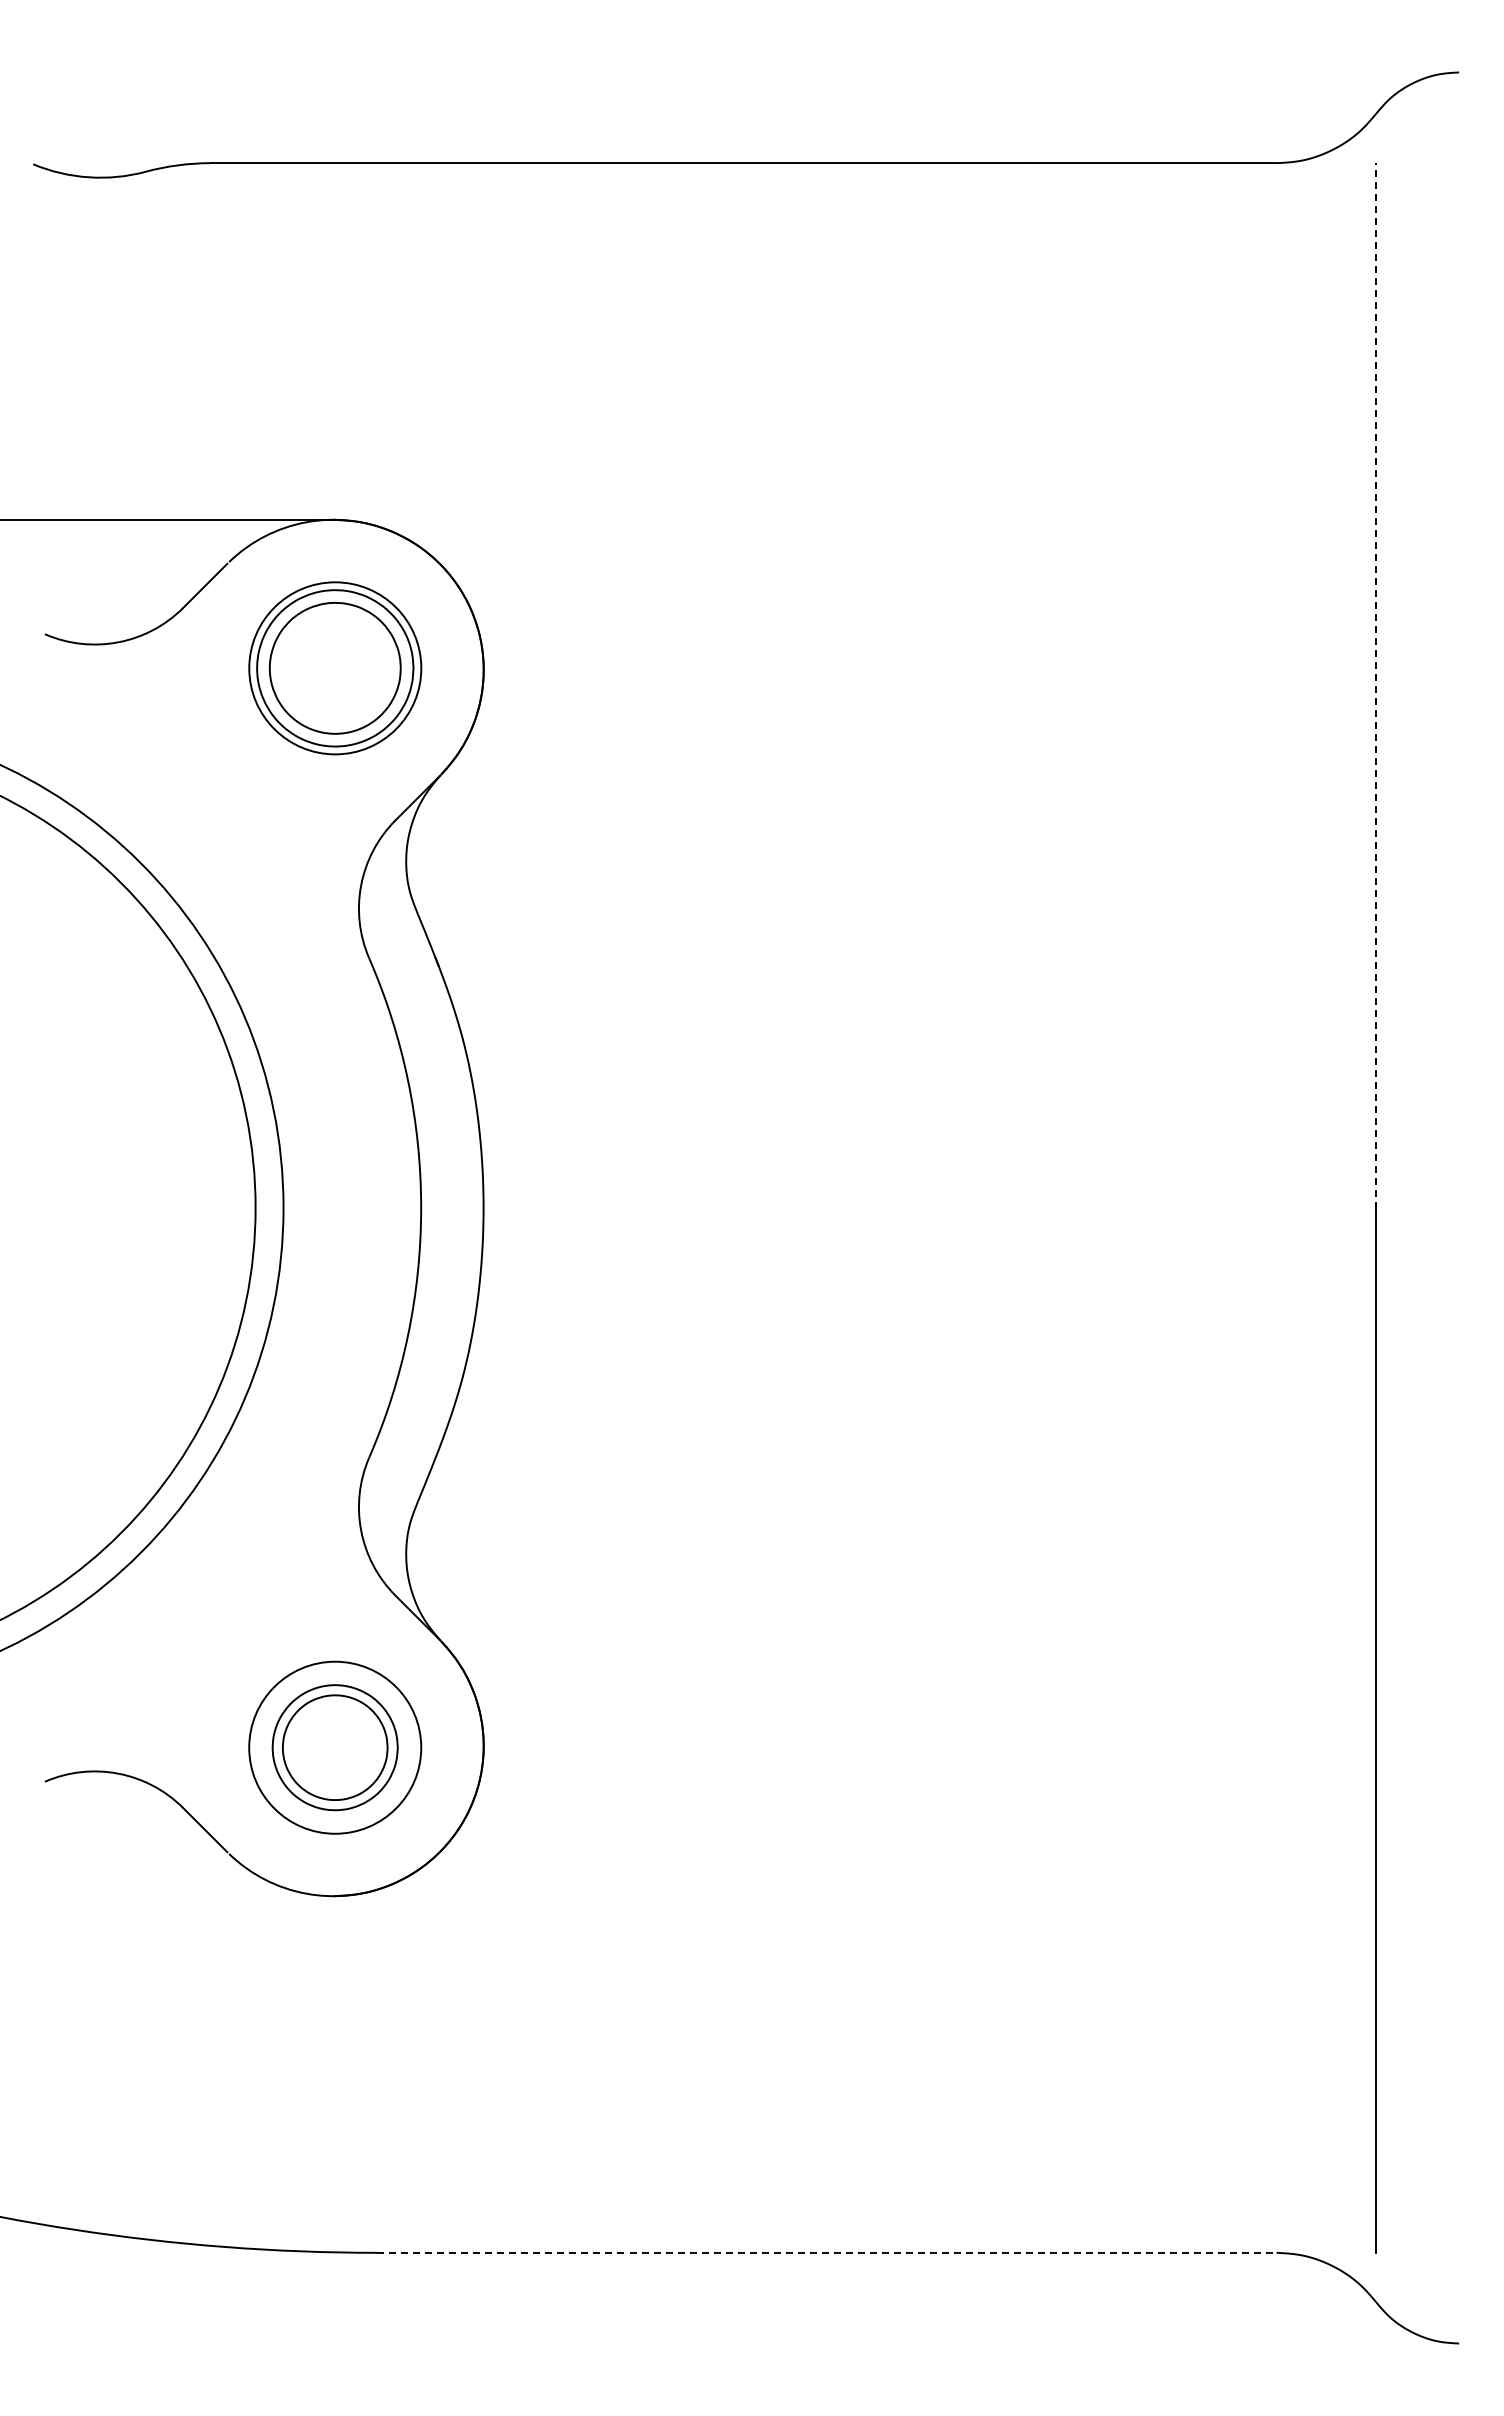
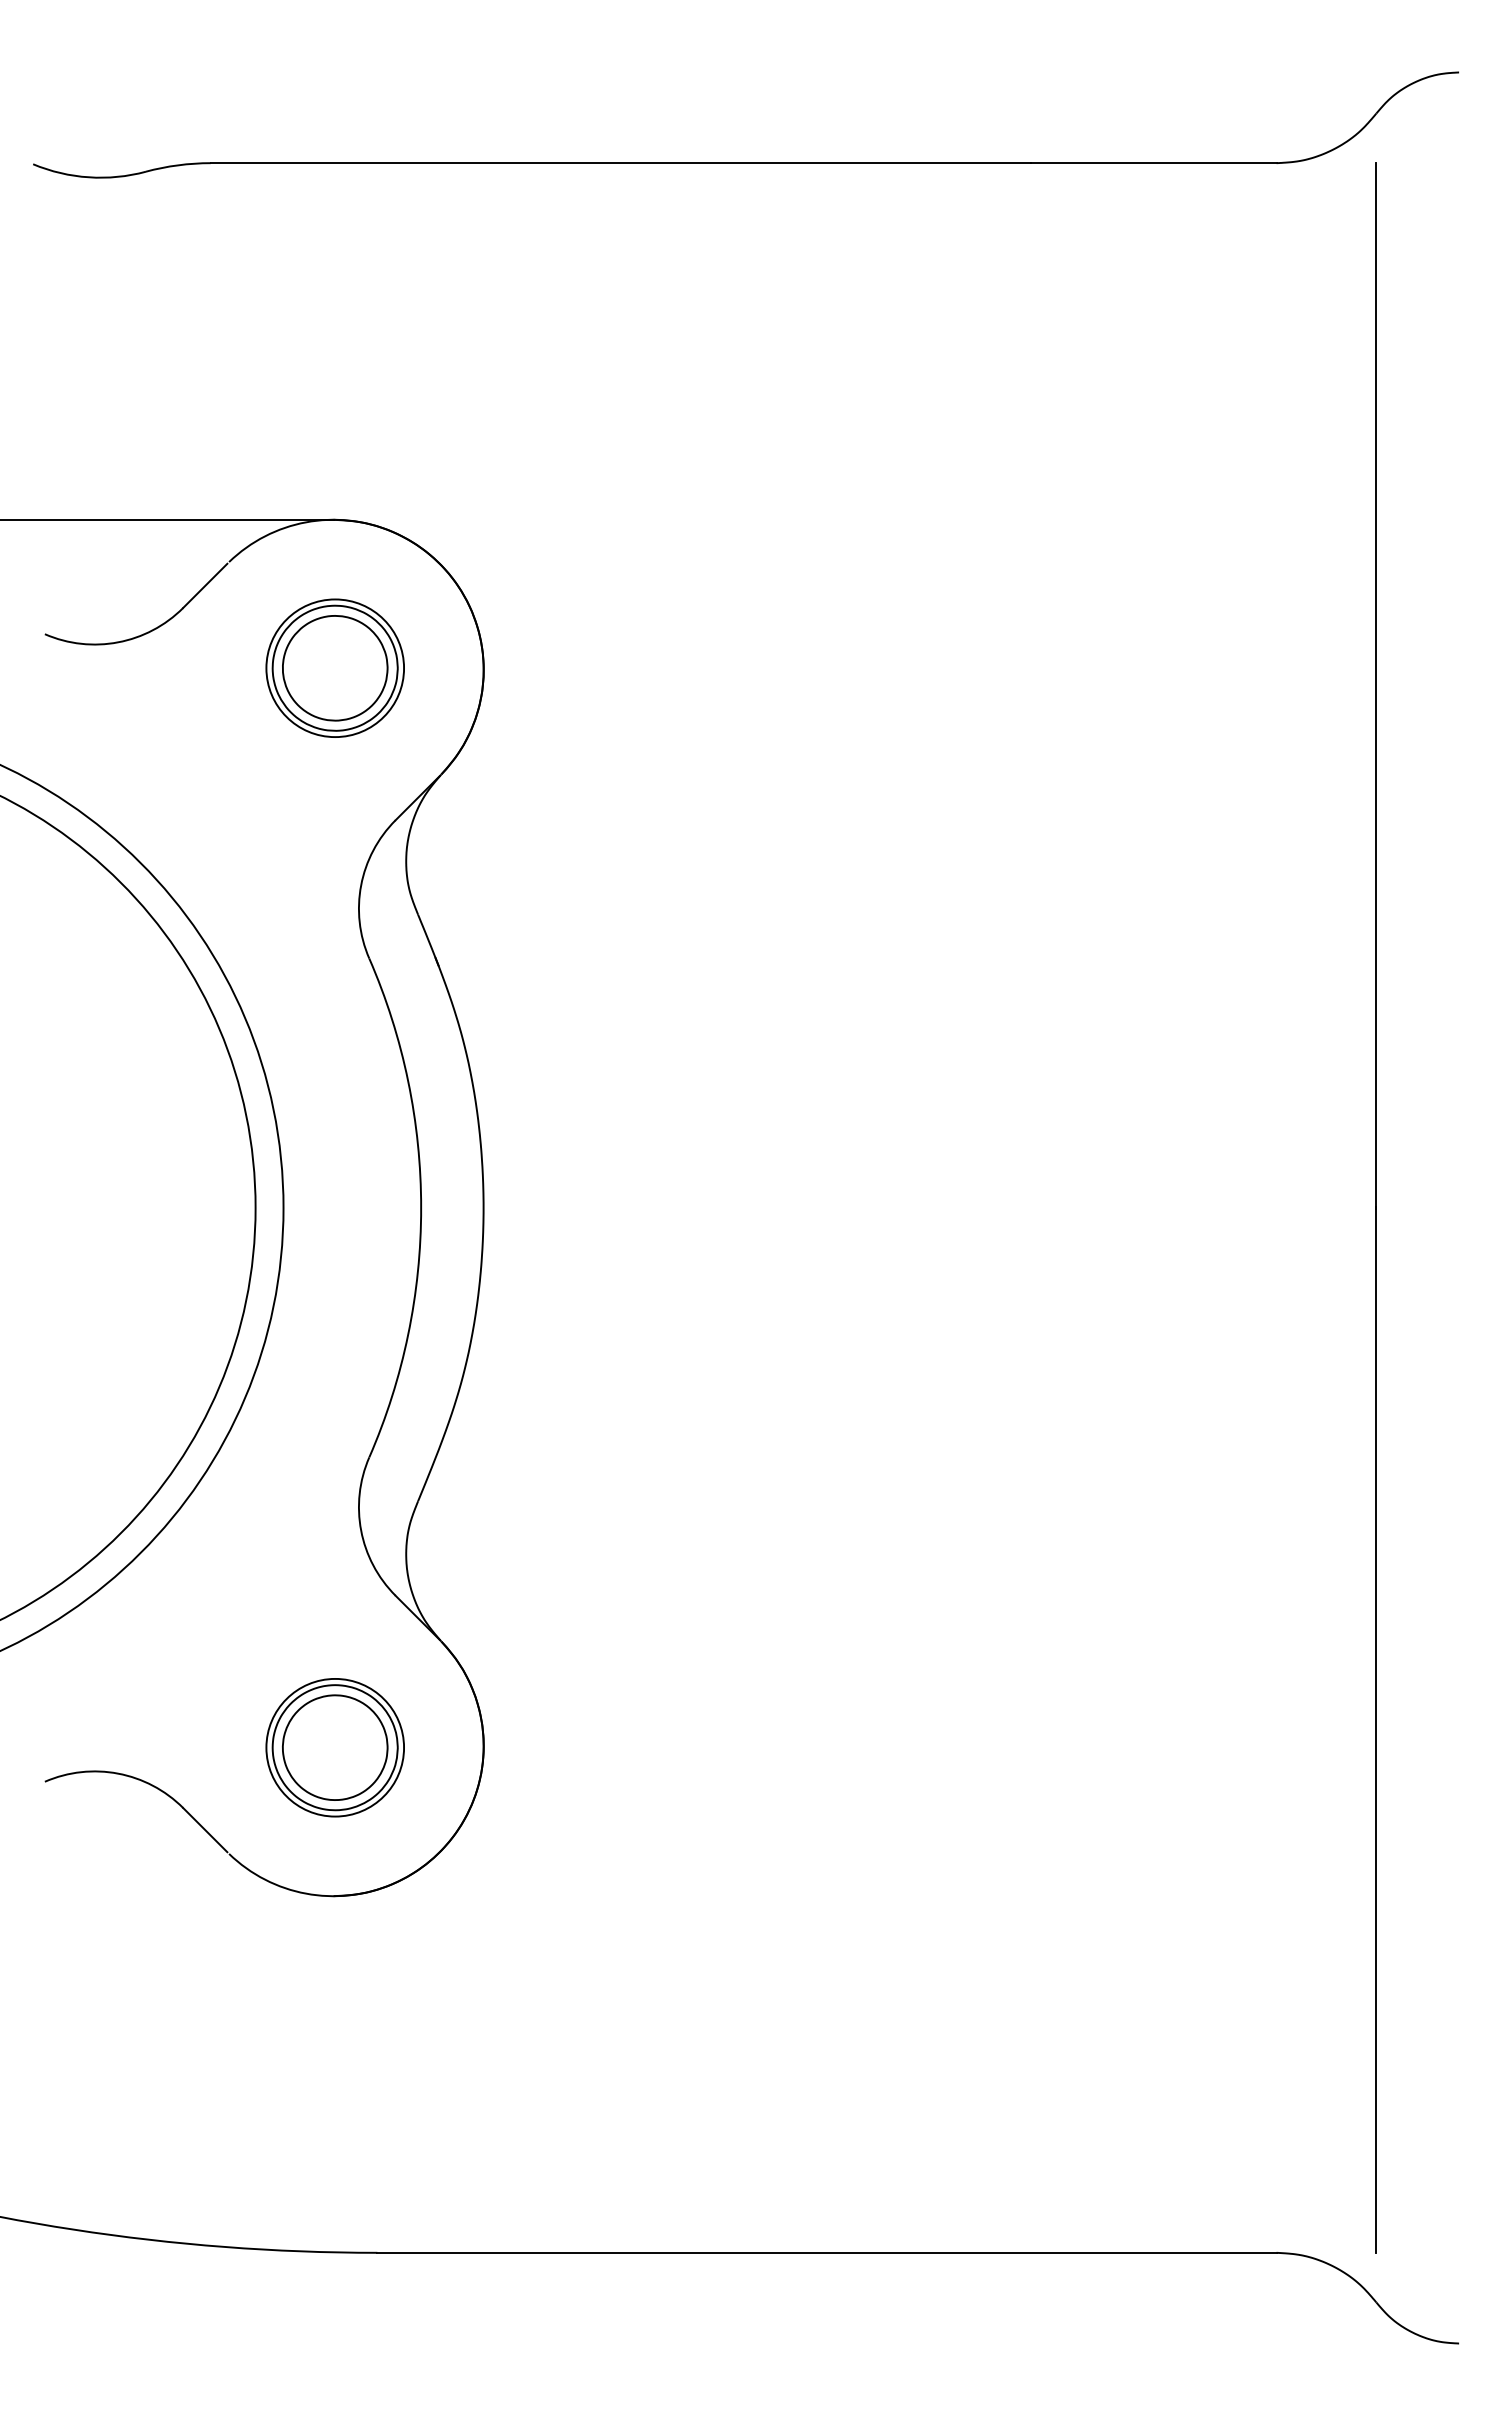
part at (335, 668) size: 175x175 px -> 140x140 px
line at (1376, 685): dashed -> solid
circle at (335, 1747) diameter: 172 px -> 138 px
line at (826, 2252): dashed -> solid
